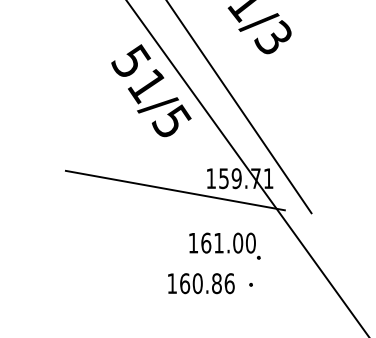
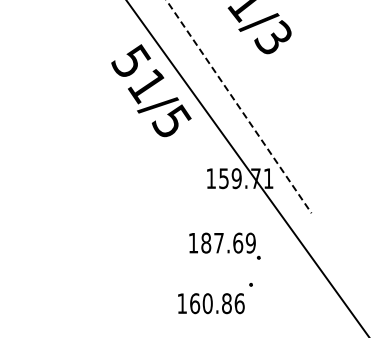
line at (238, 106): solid -> dashed
line at (174, 190): present -> none
text at (228, 242): 161.00 -> 187.69
text at (201, 283) position: (201, 283) -> (211, 303)
